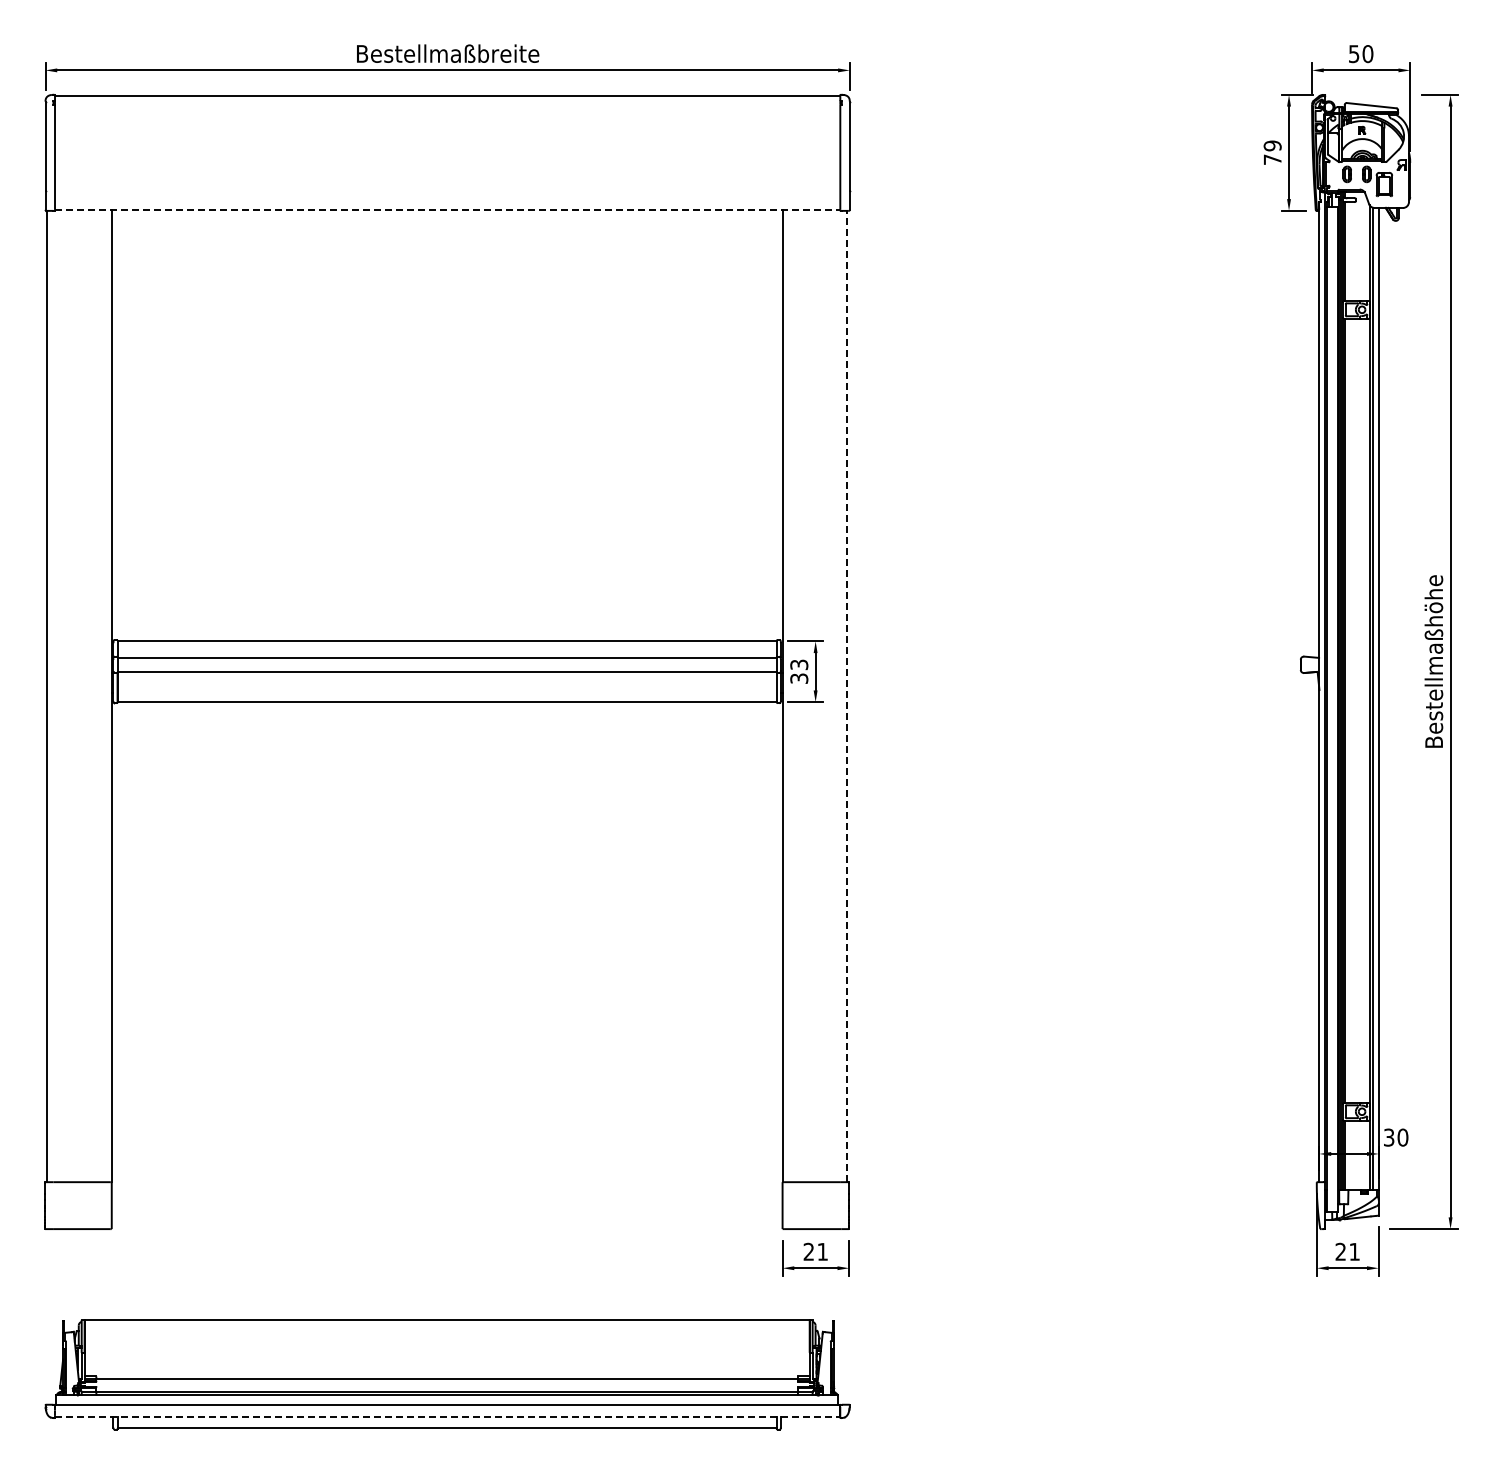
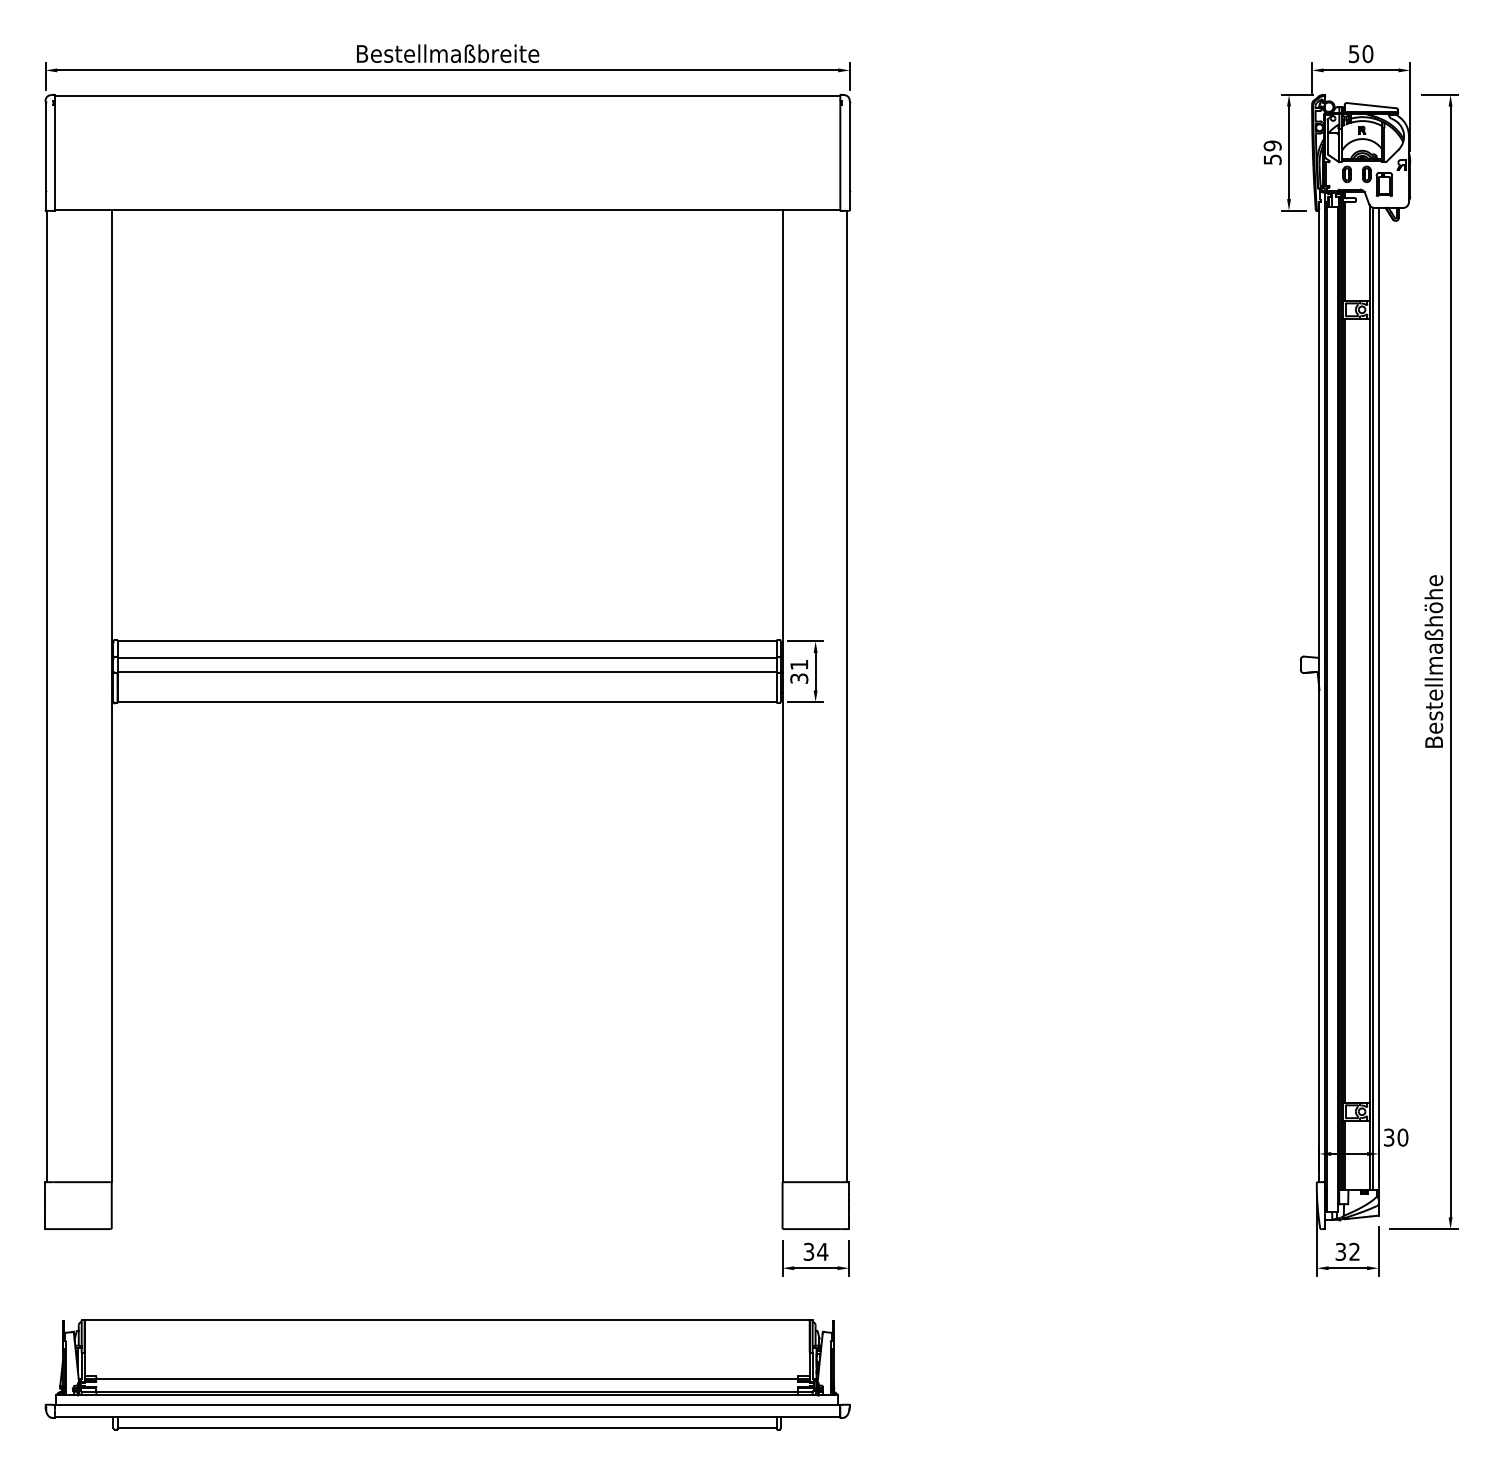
text at (1272, 159): 79 -> 59
line at (447, 209): dashed -> solid
text at (799, 664): 33 -> 31
line at (846, 696): dashed -> solid
text at (815, 1251): 21 -> 34
text at (1347, 1251): 21 -> 32
line at (447, 1416): dashed -> solid
